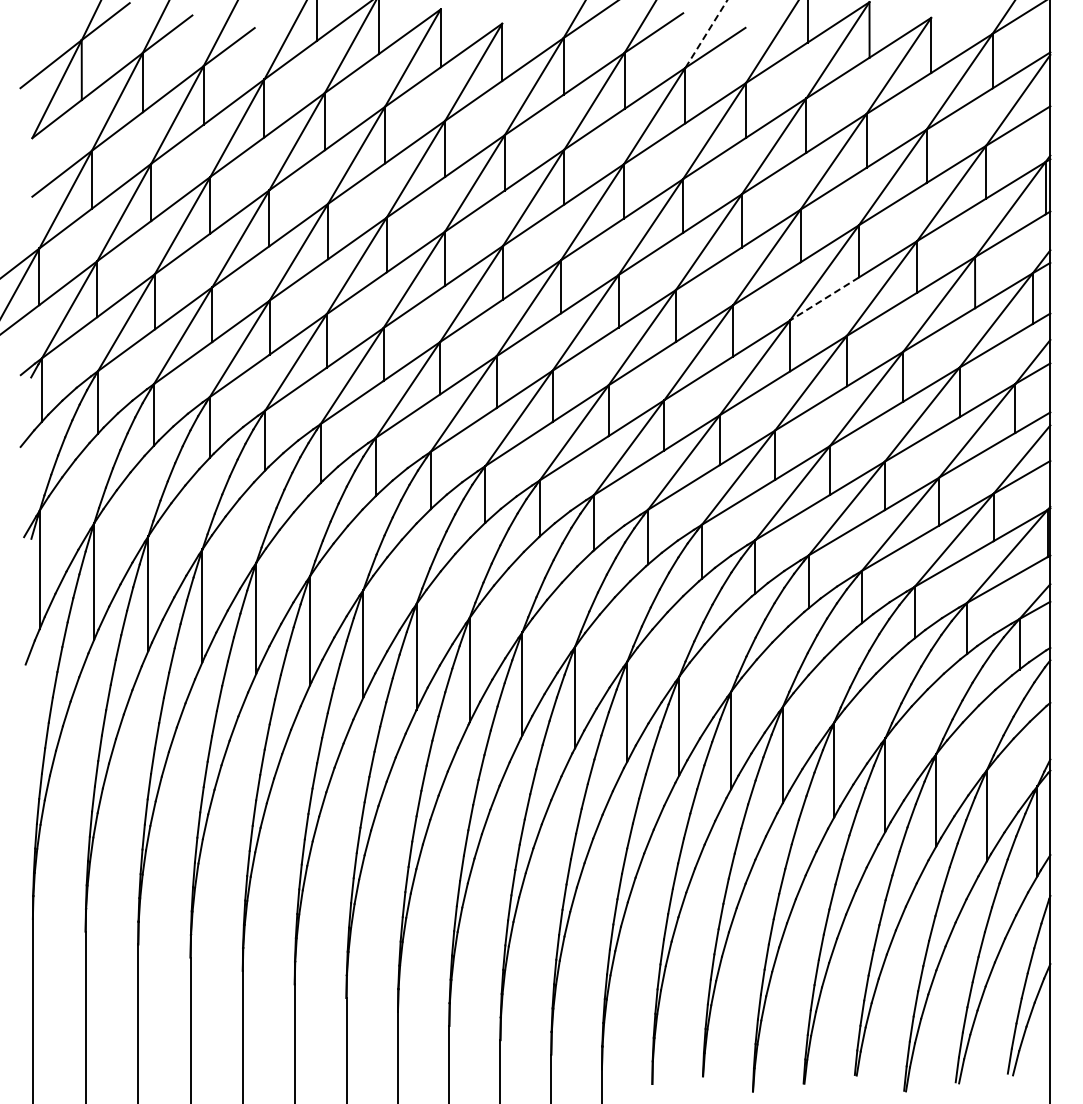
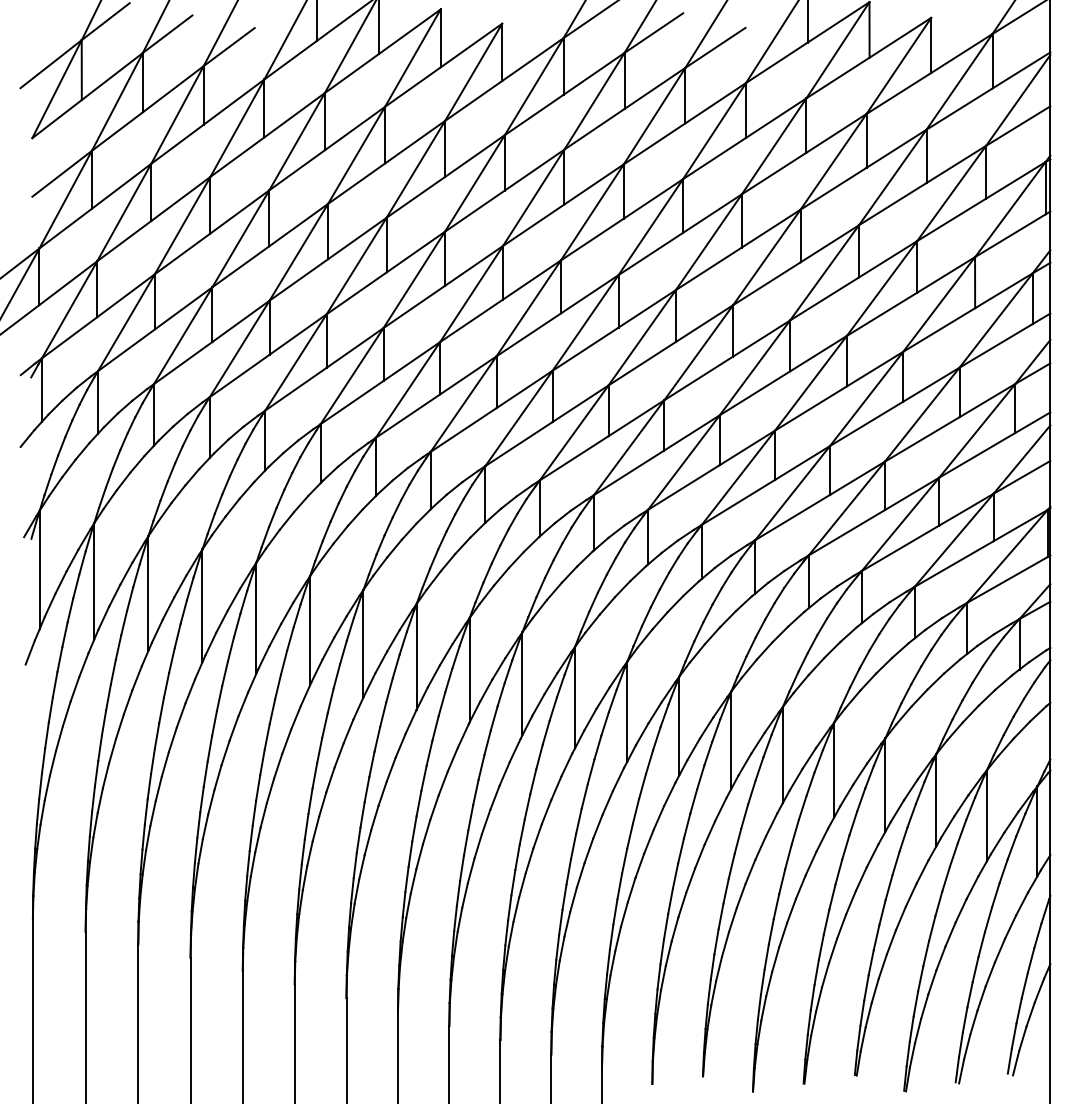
line at (706, 33): dashed -> solid
line at (824, 298): dashed -> solid
